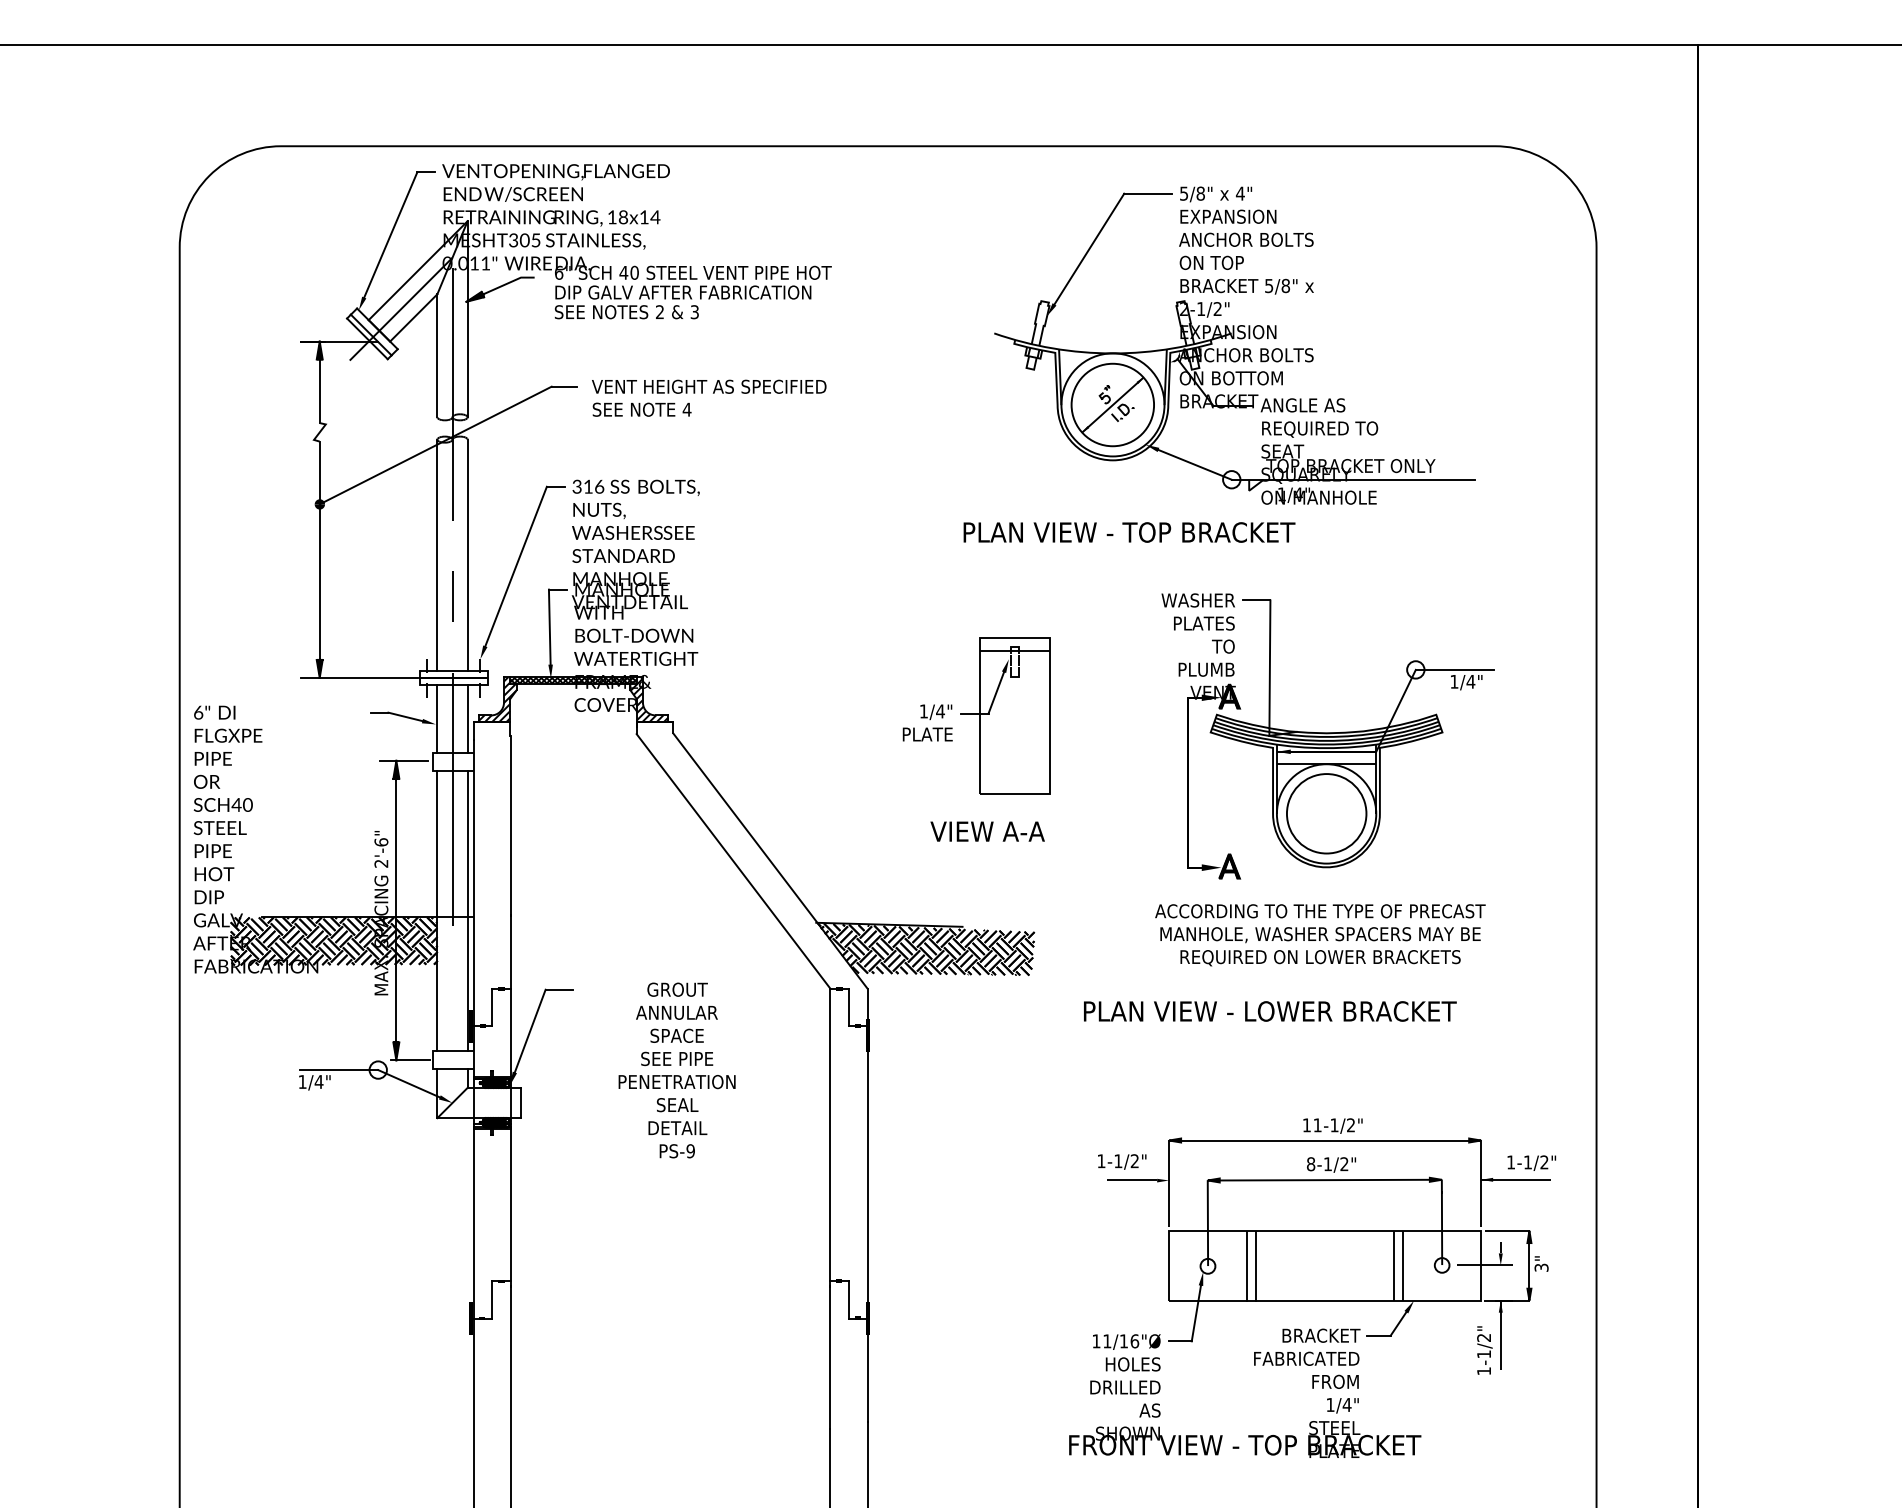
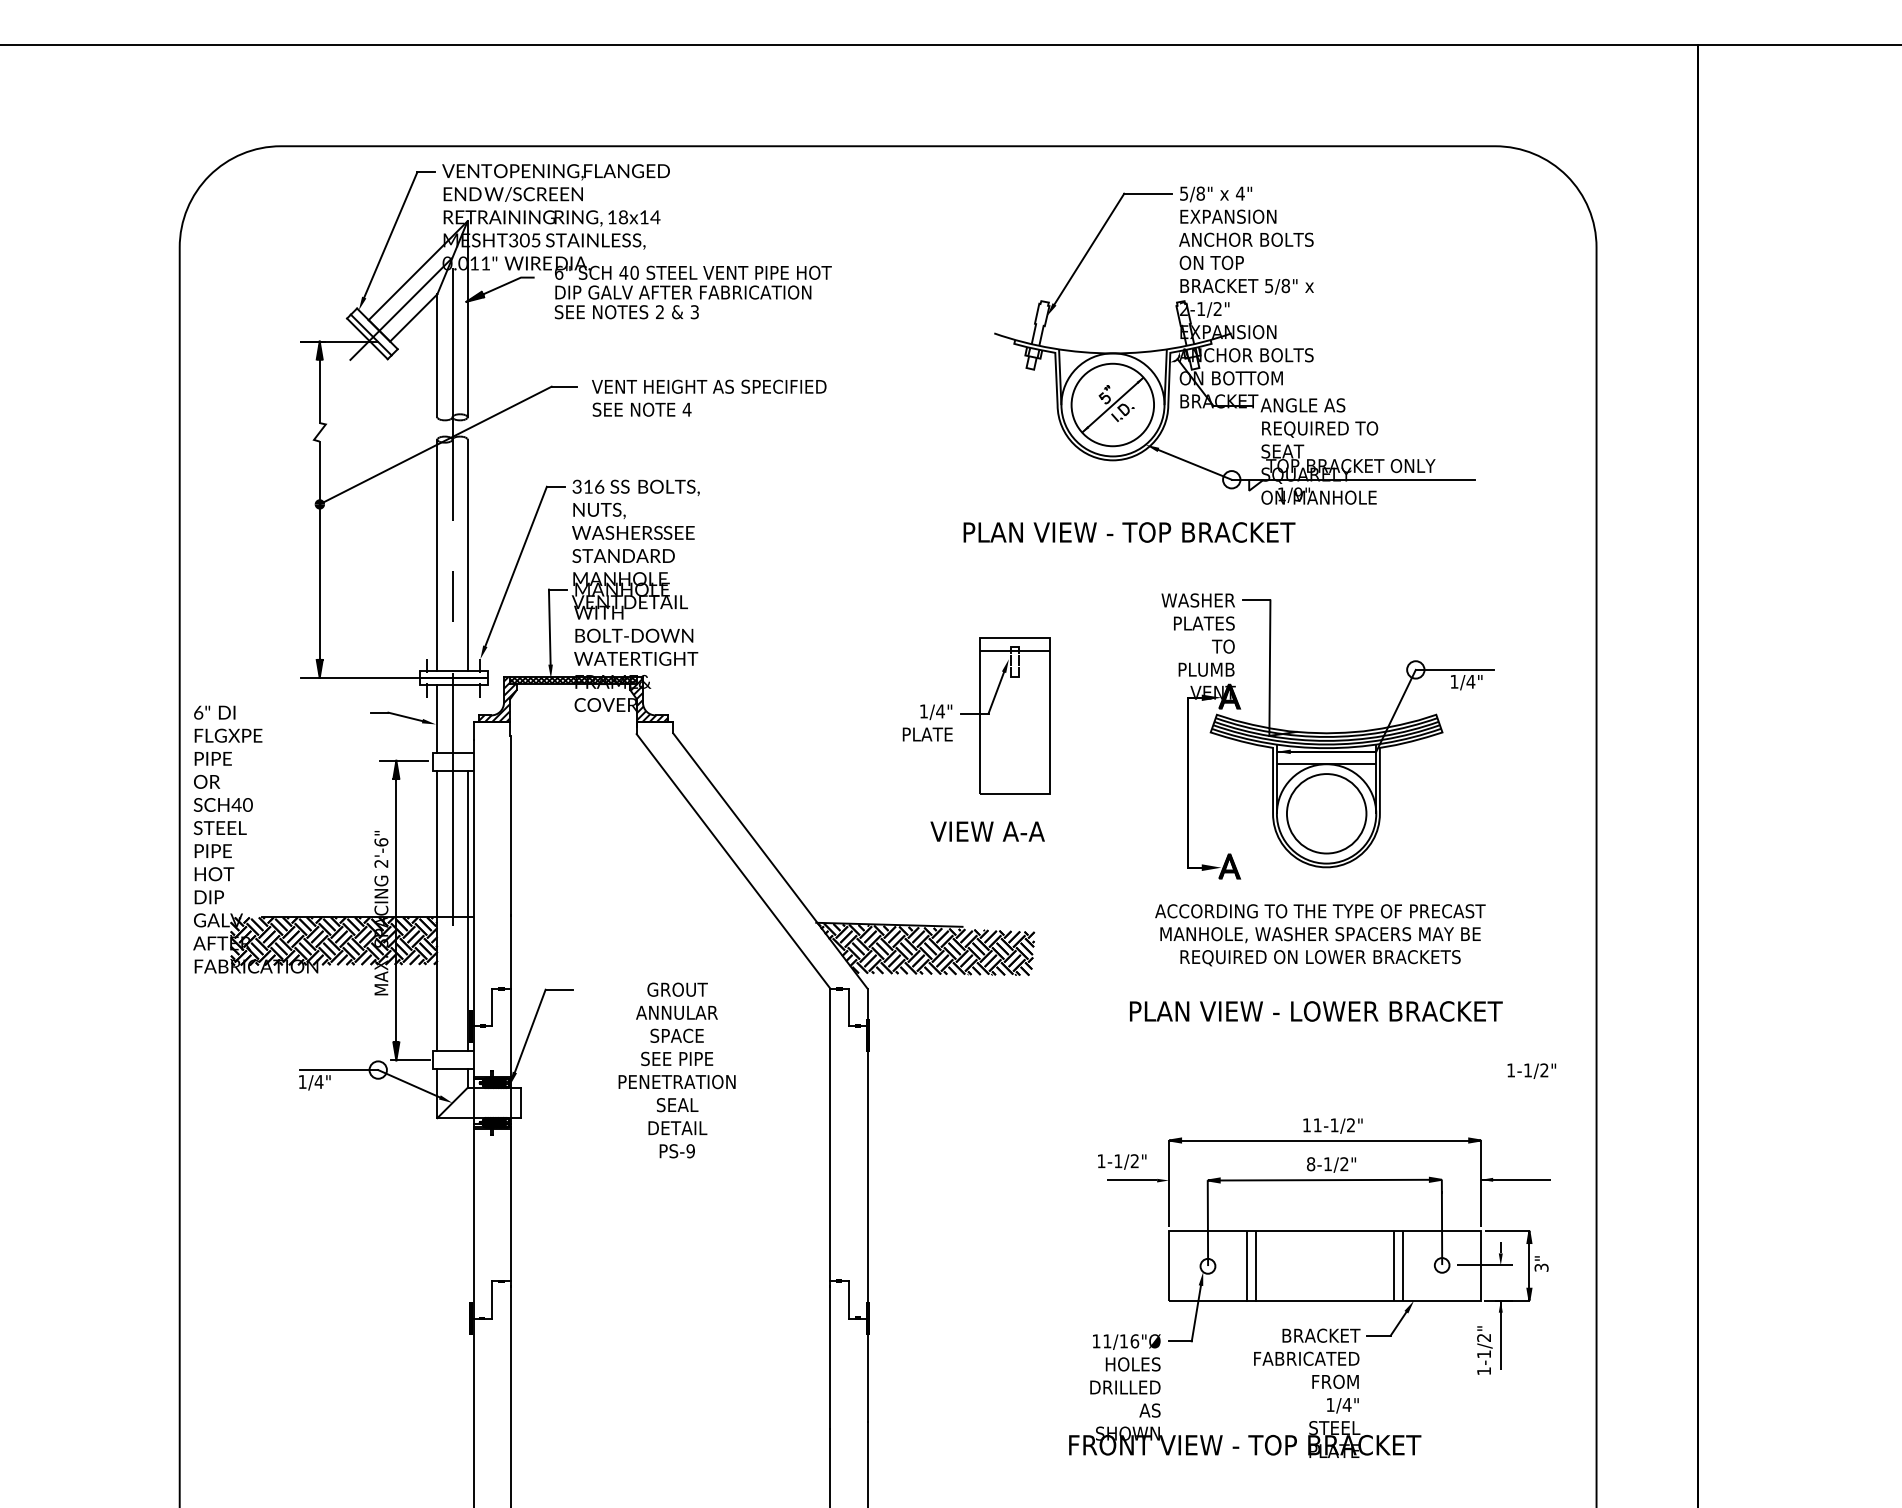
text at (1298, 494): 1/4" -> 1/9"
line at (467, 718): present -> none
text at (1270, 1011) position: (1270, 1011) -> (1316, 1011)
text at (1531, 1162) position: (1531, 1162) -> (1531, 1070)
